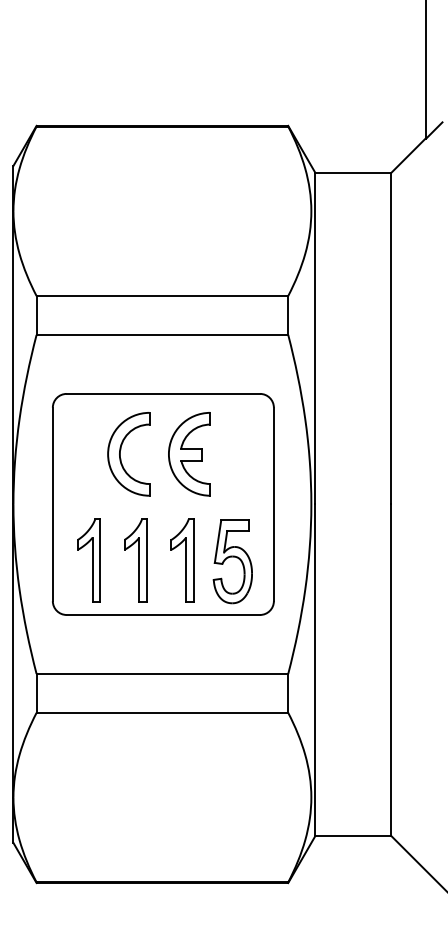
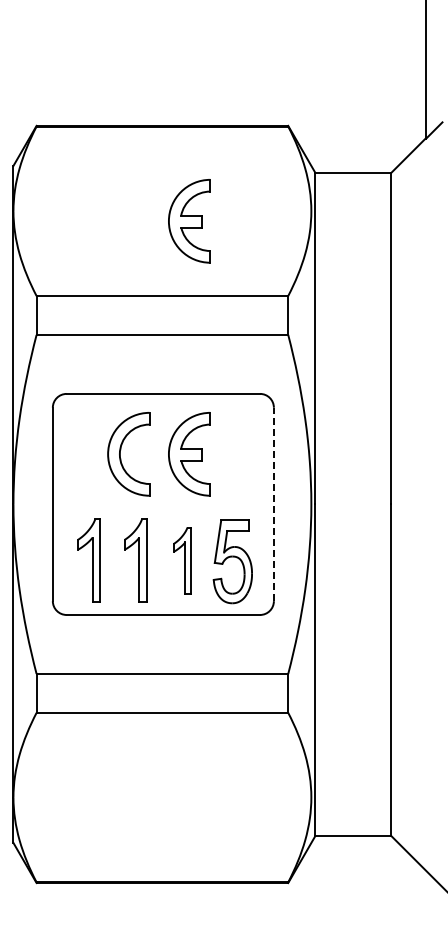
part at (189, 221): none -> present
line at (273, 504): solid -> dashed
part at (182, 560) size: 25x85 px -> 19x68 px
